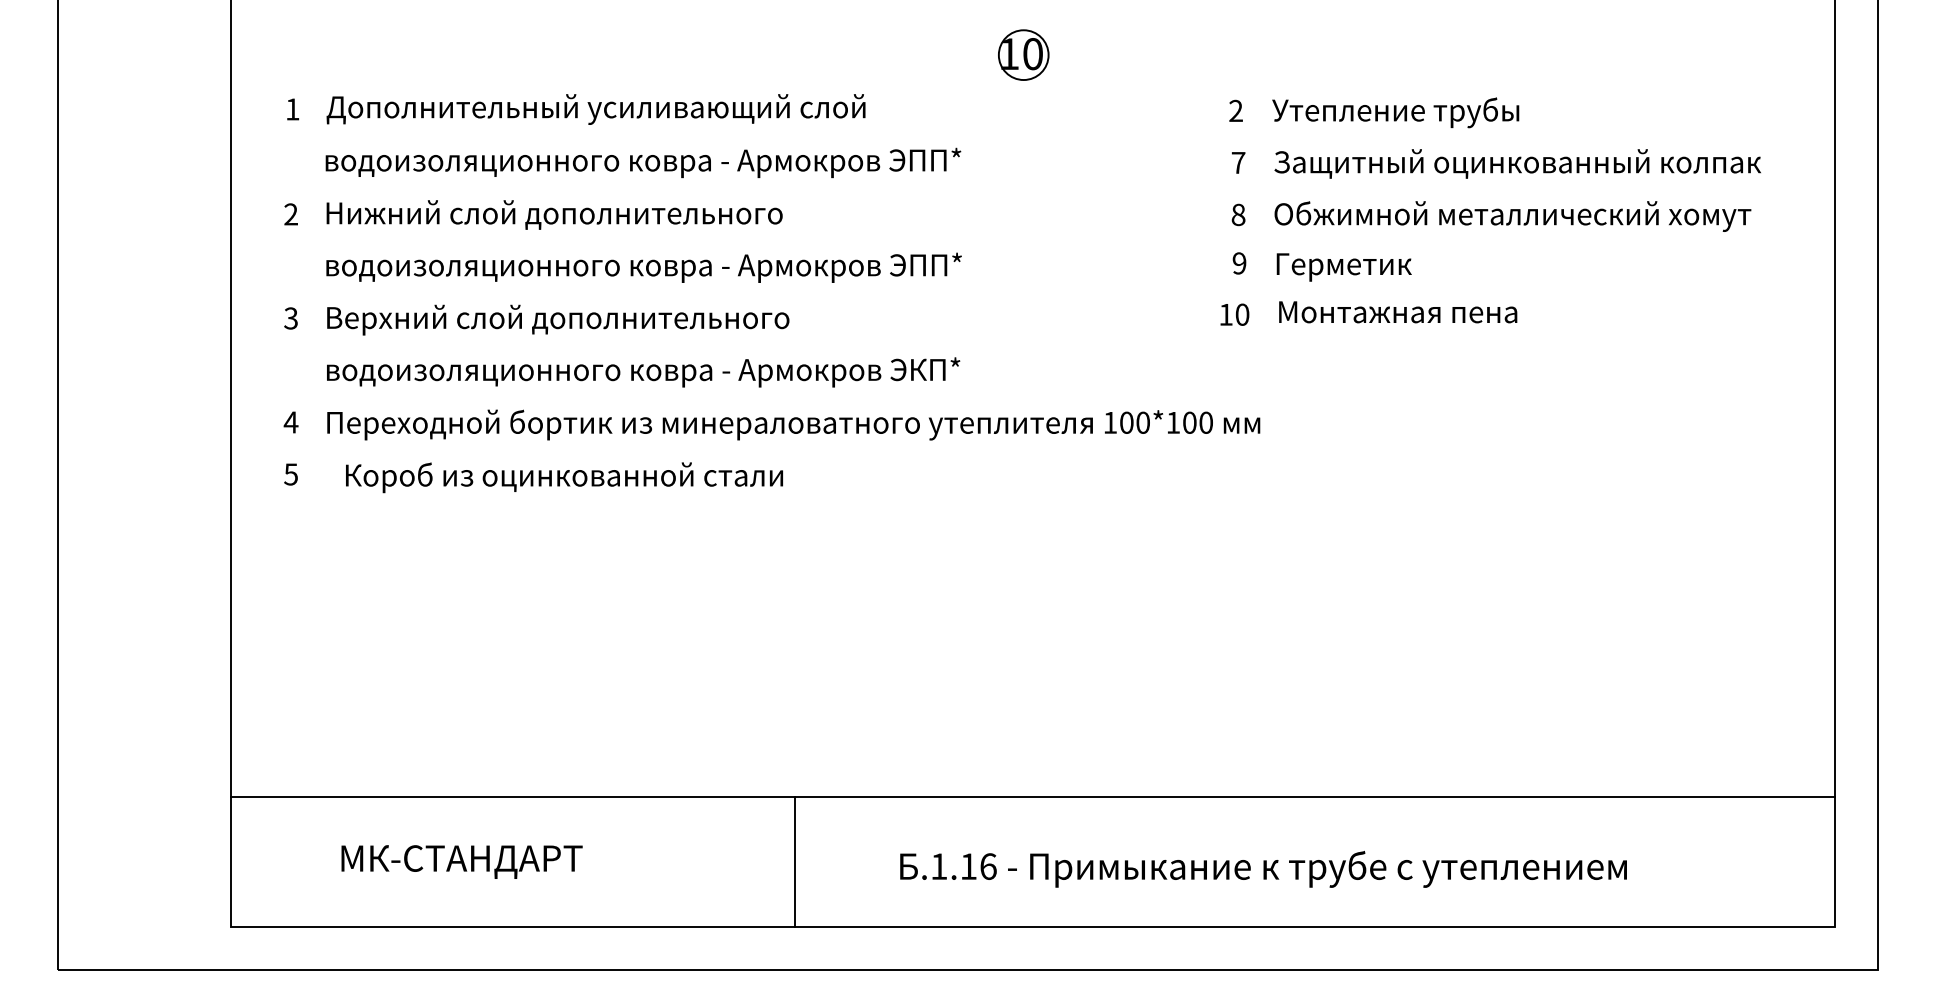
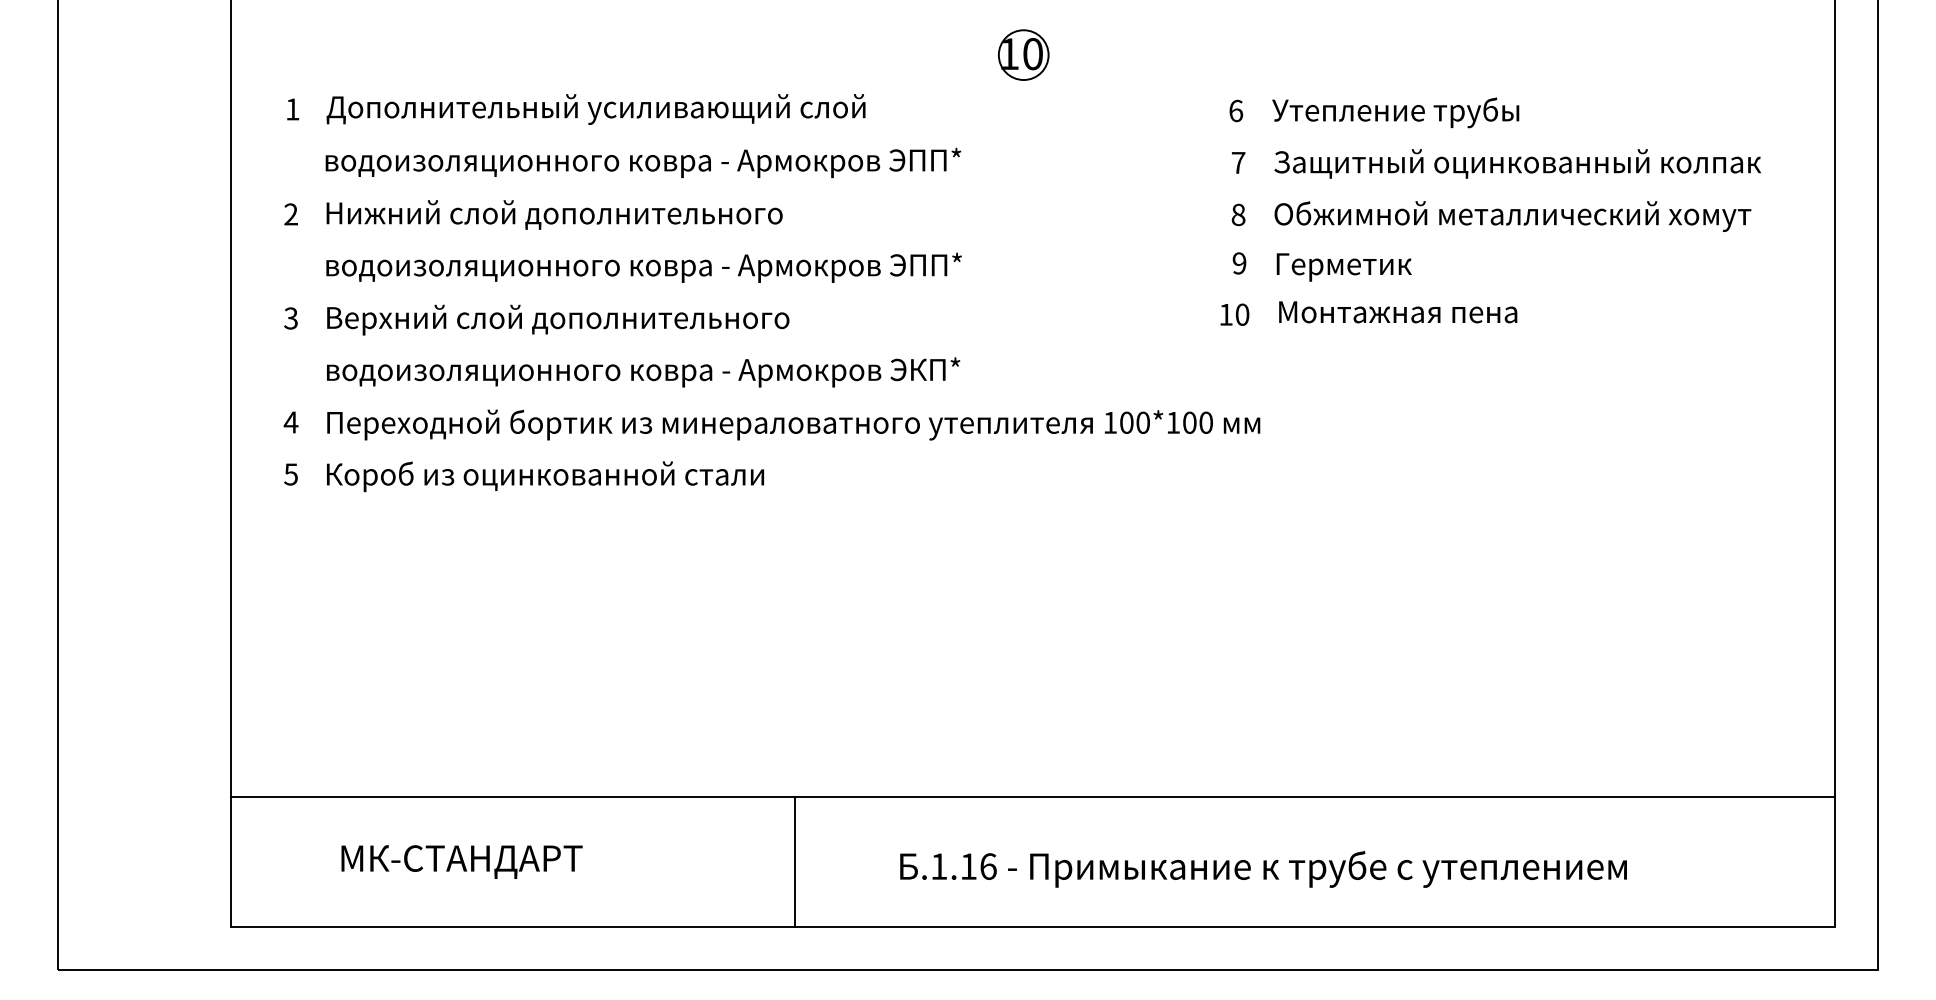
text at (1236, 110): 2 -> 6
text at (564, 477) position: (564, 477) -> (545, 476)
